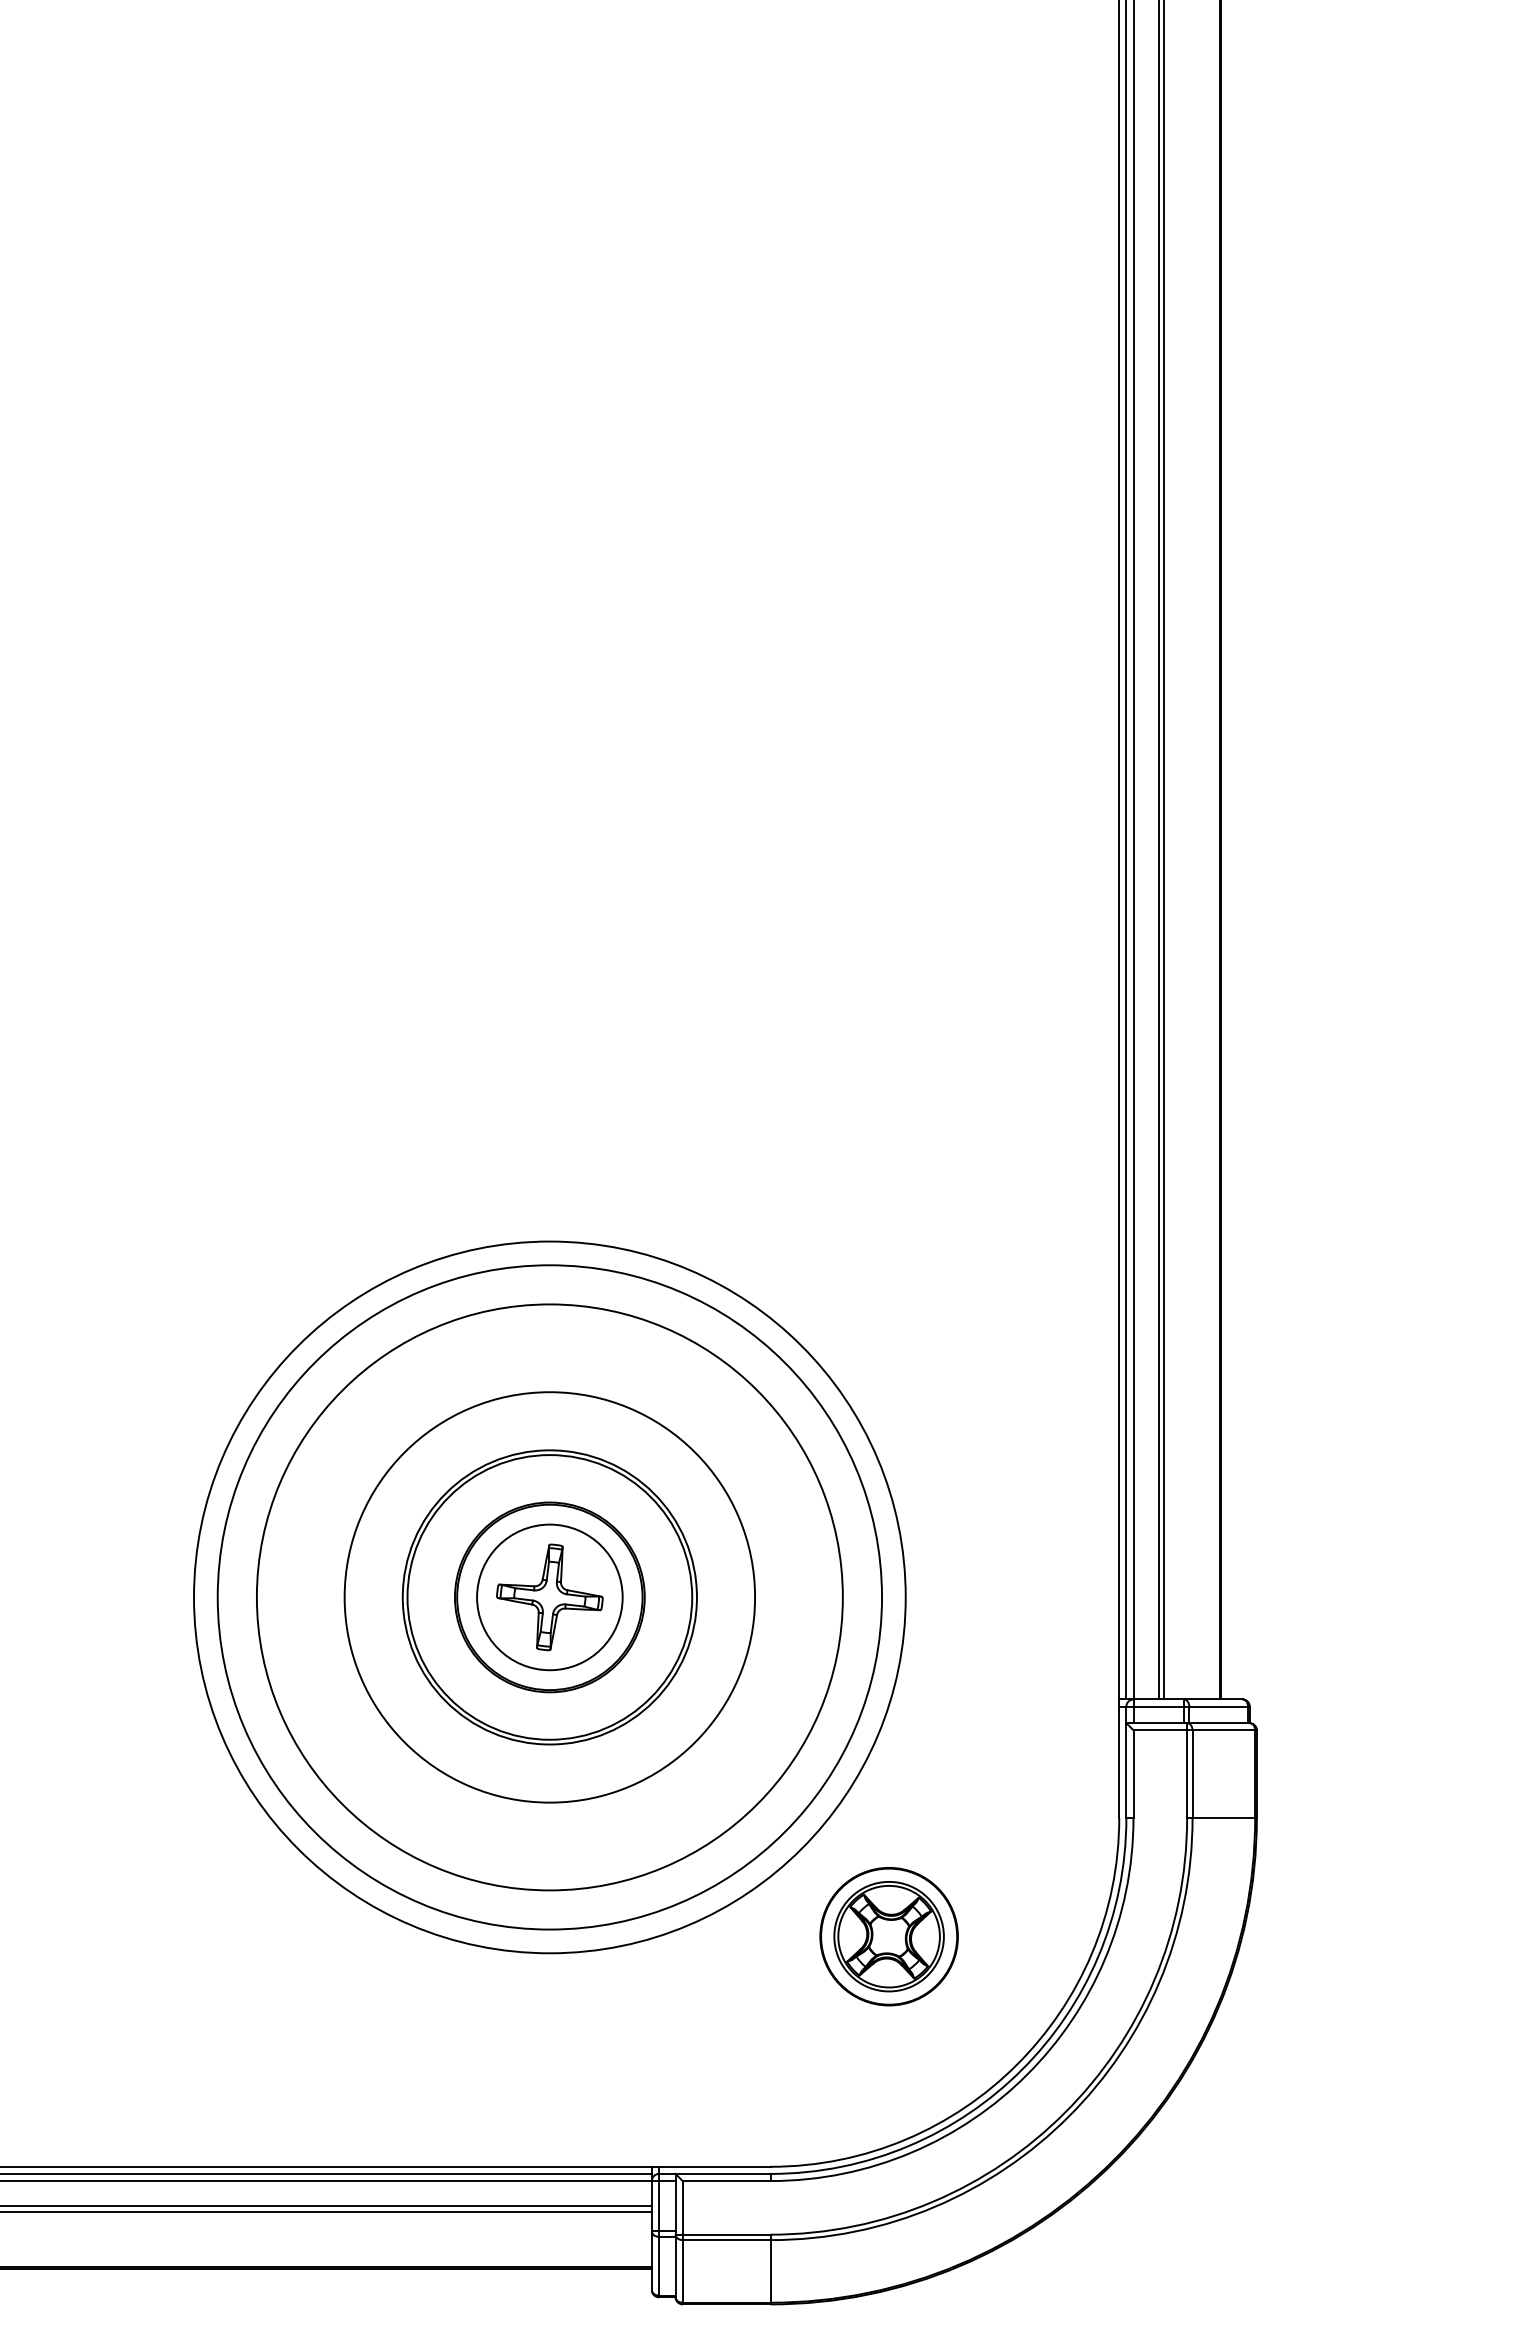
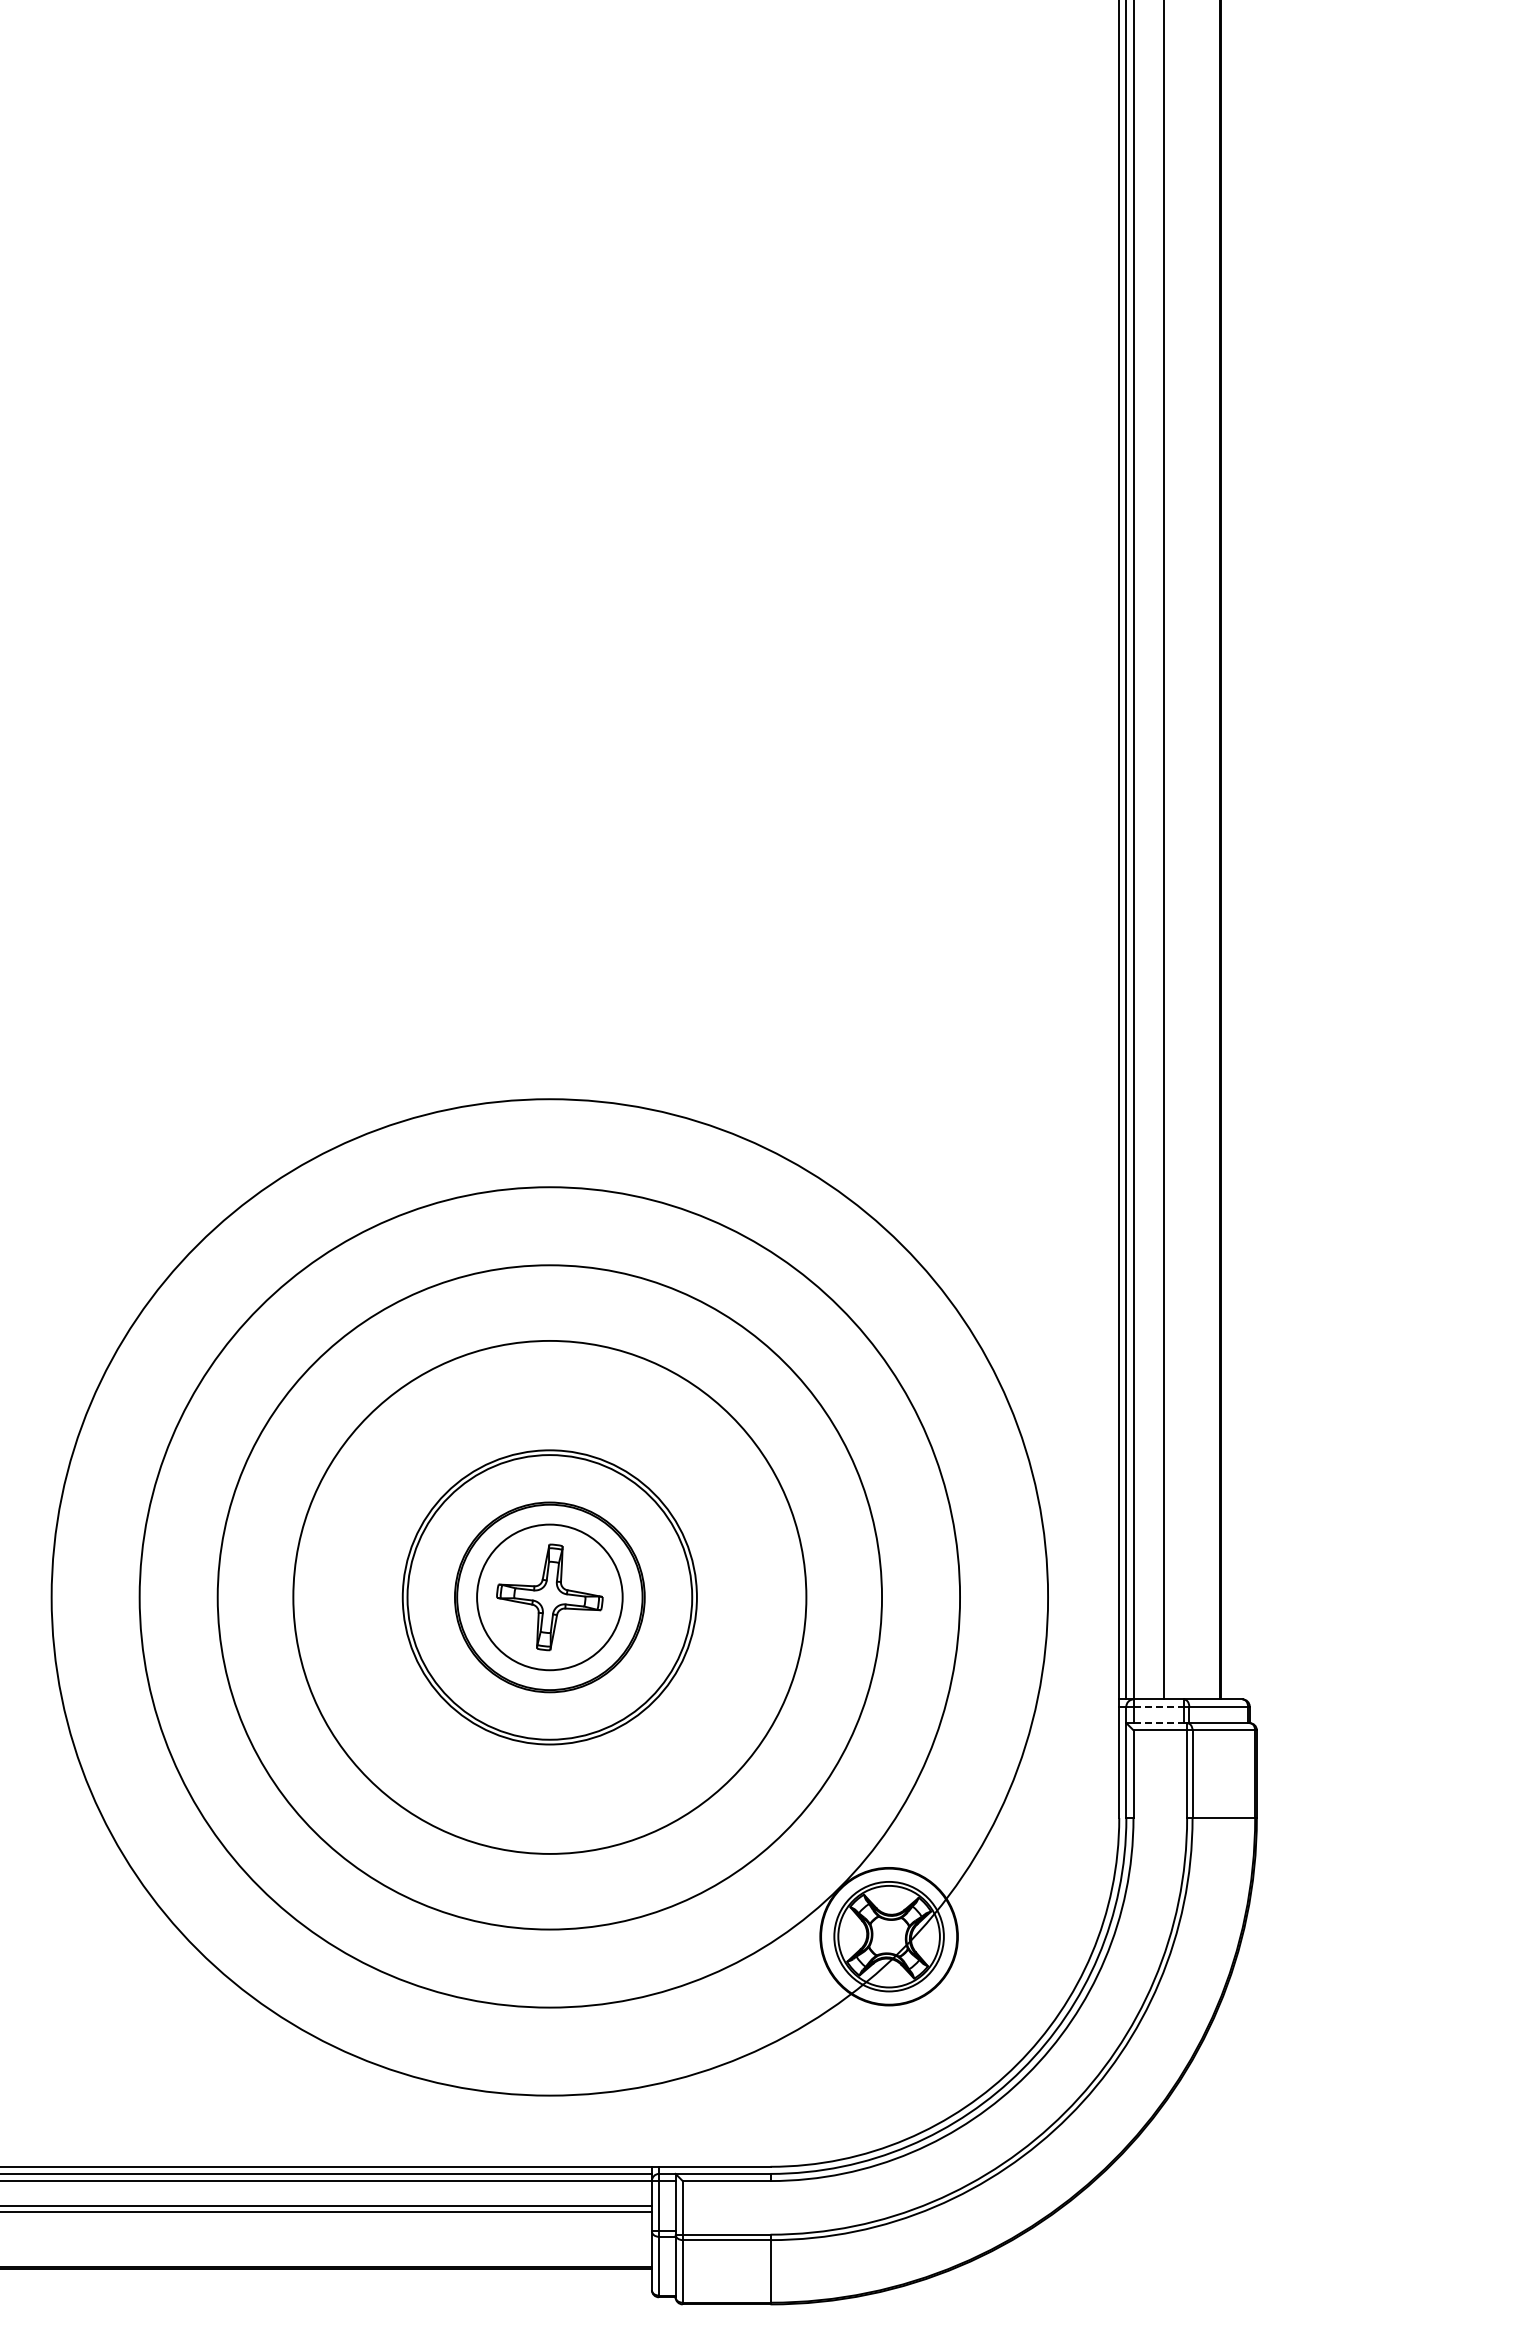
line at (1158, 850): present -> none
circle at (549, 1597) diameter: 410 px -> 513 px
circle at (549, 1597) diameter: 586 px -> 820 px
circle at (549, 1597) diameter: 712 px -> 996 px
line at (1159, 1706): solid -> dashed
line at (1159, 1723): solid -> dashed
